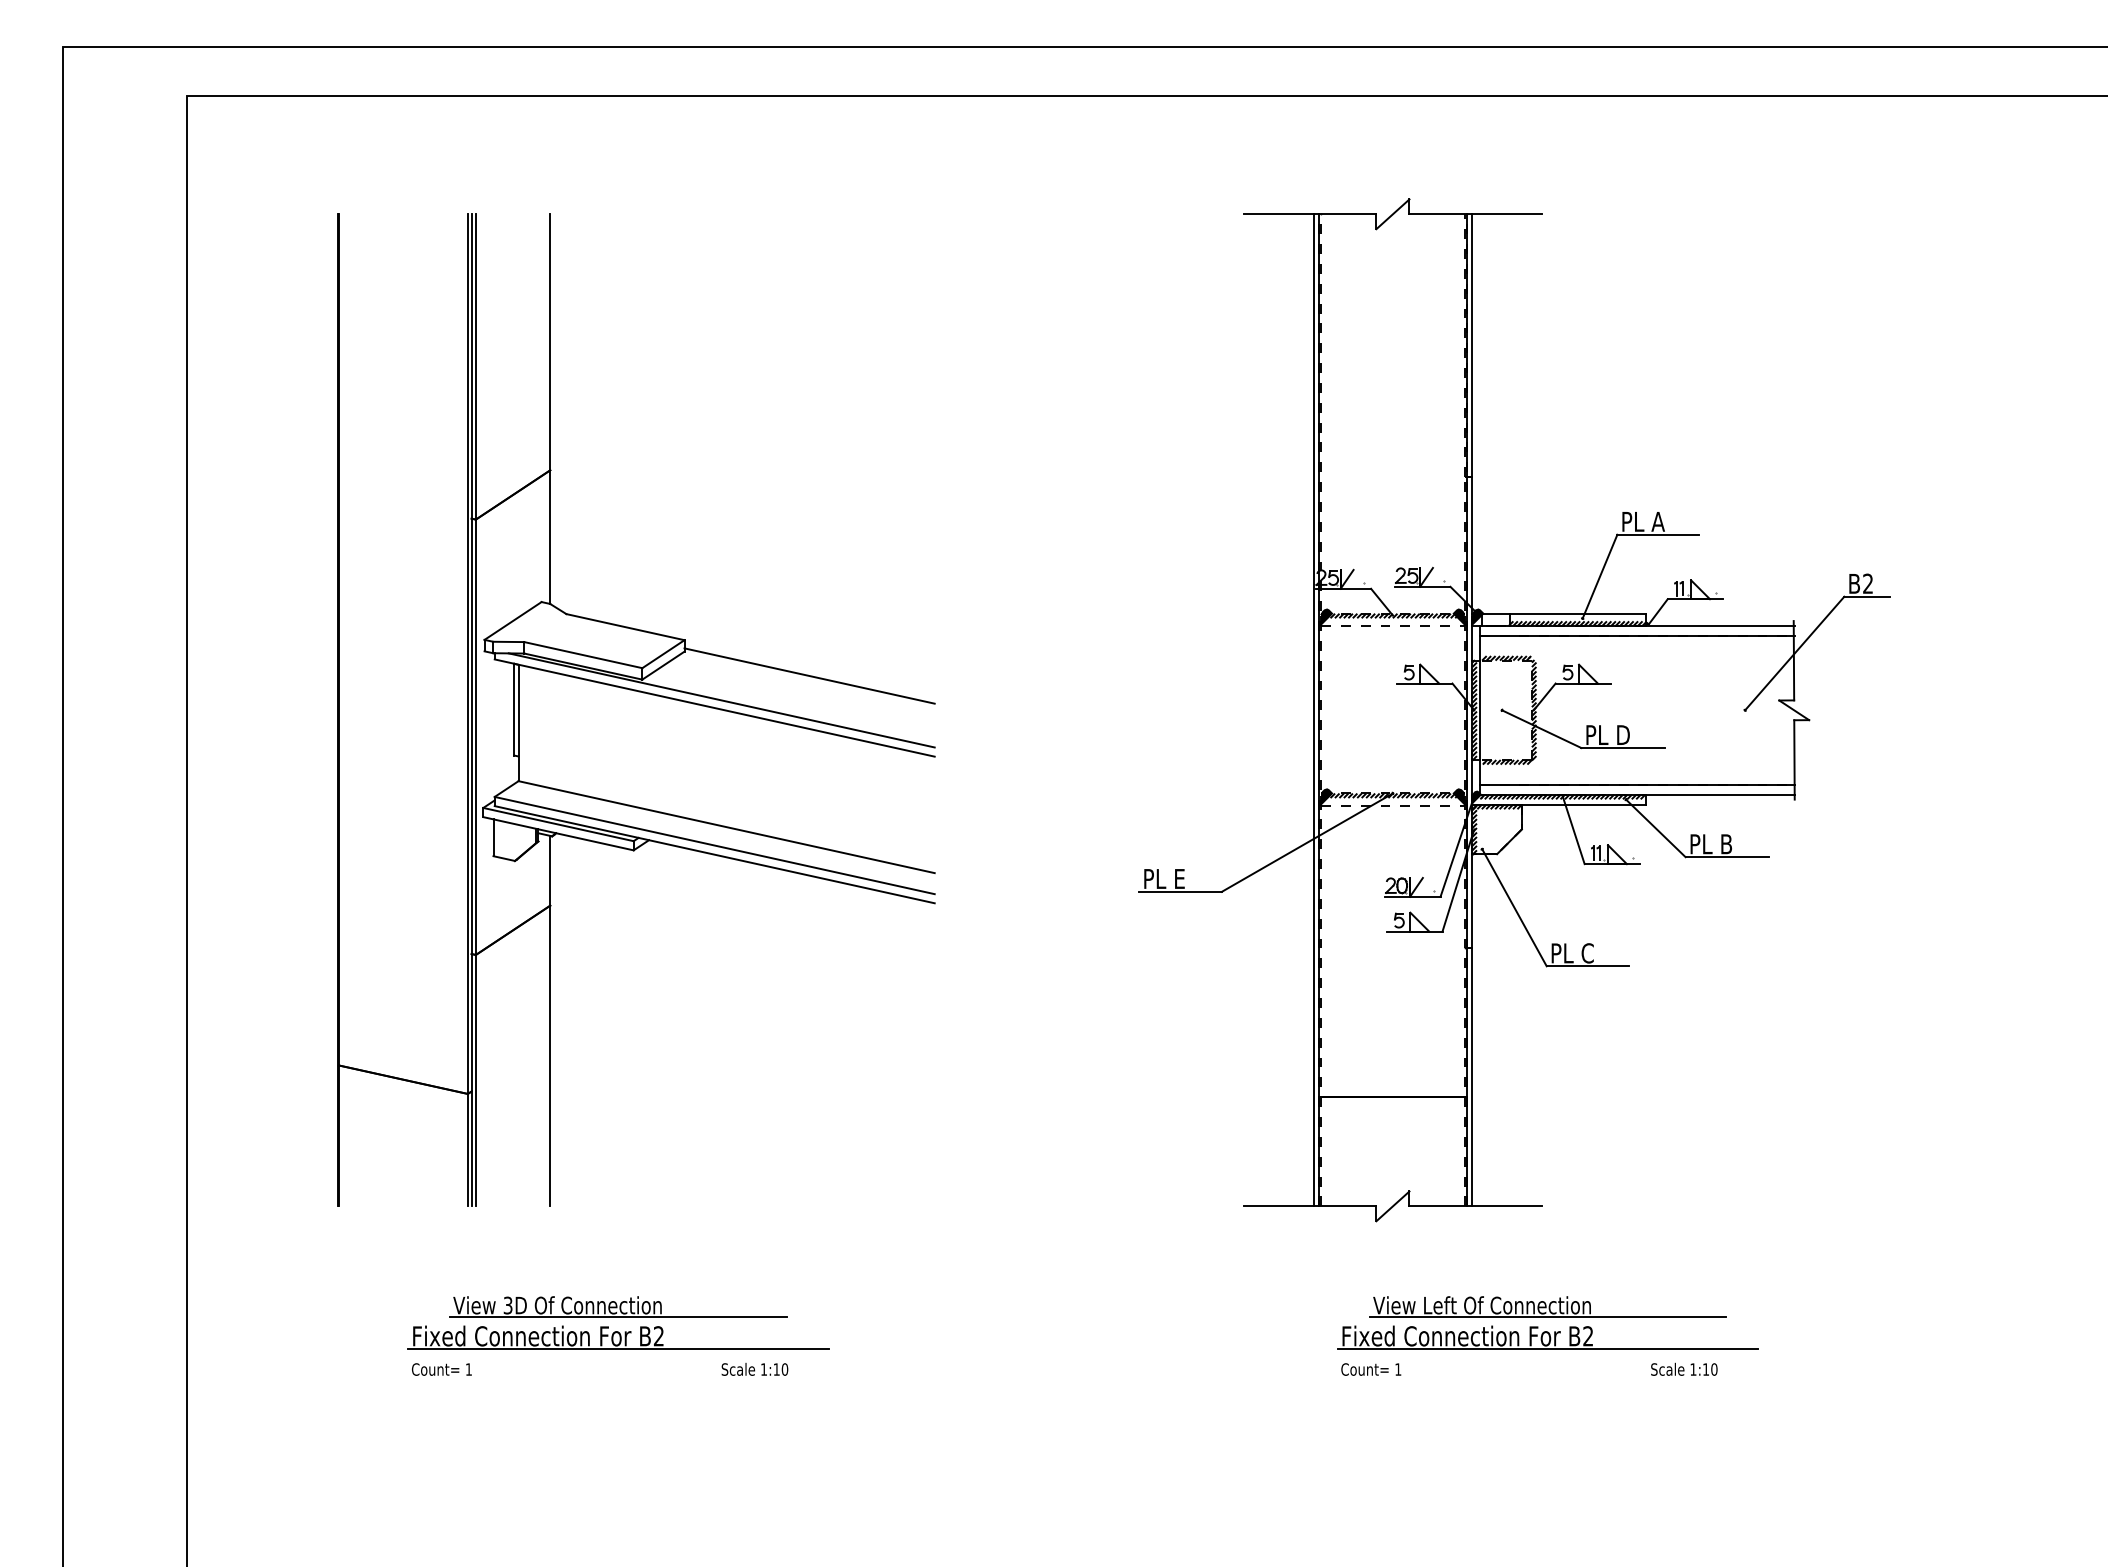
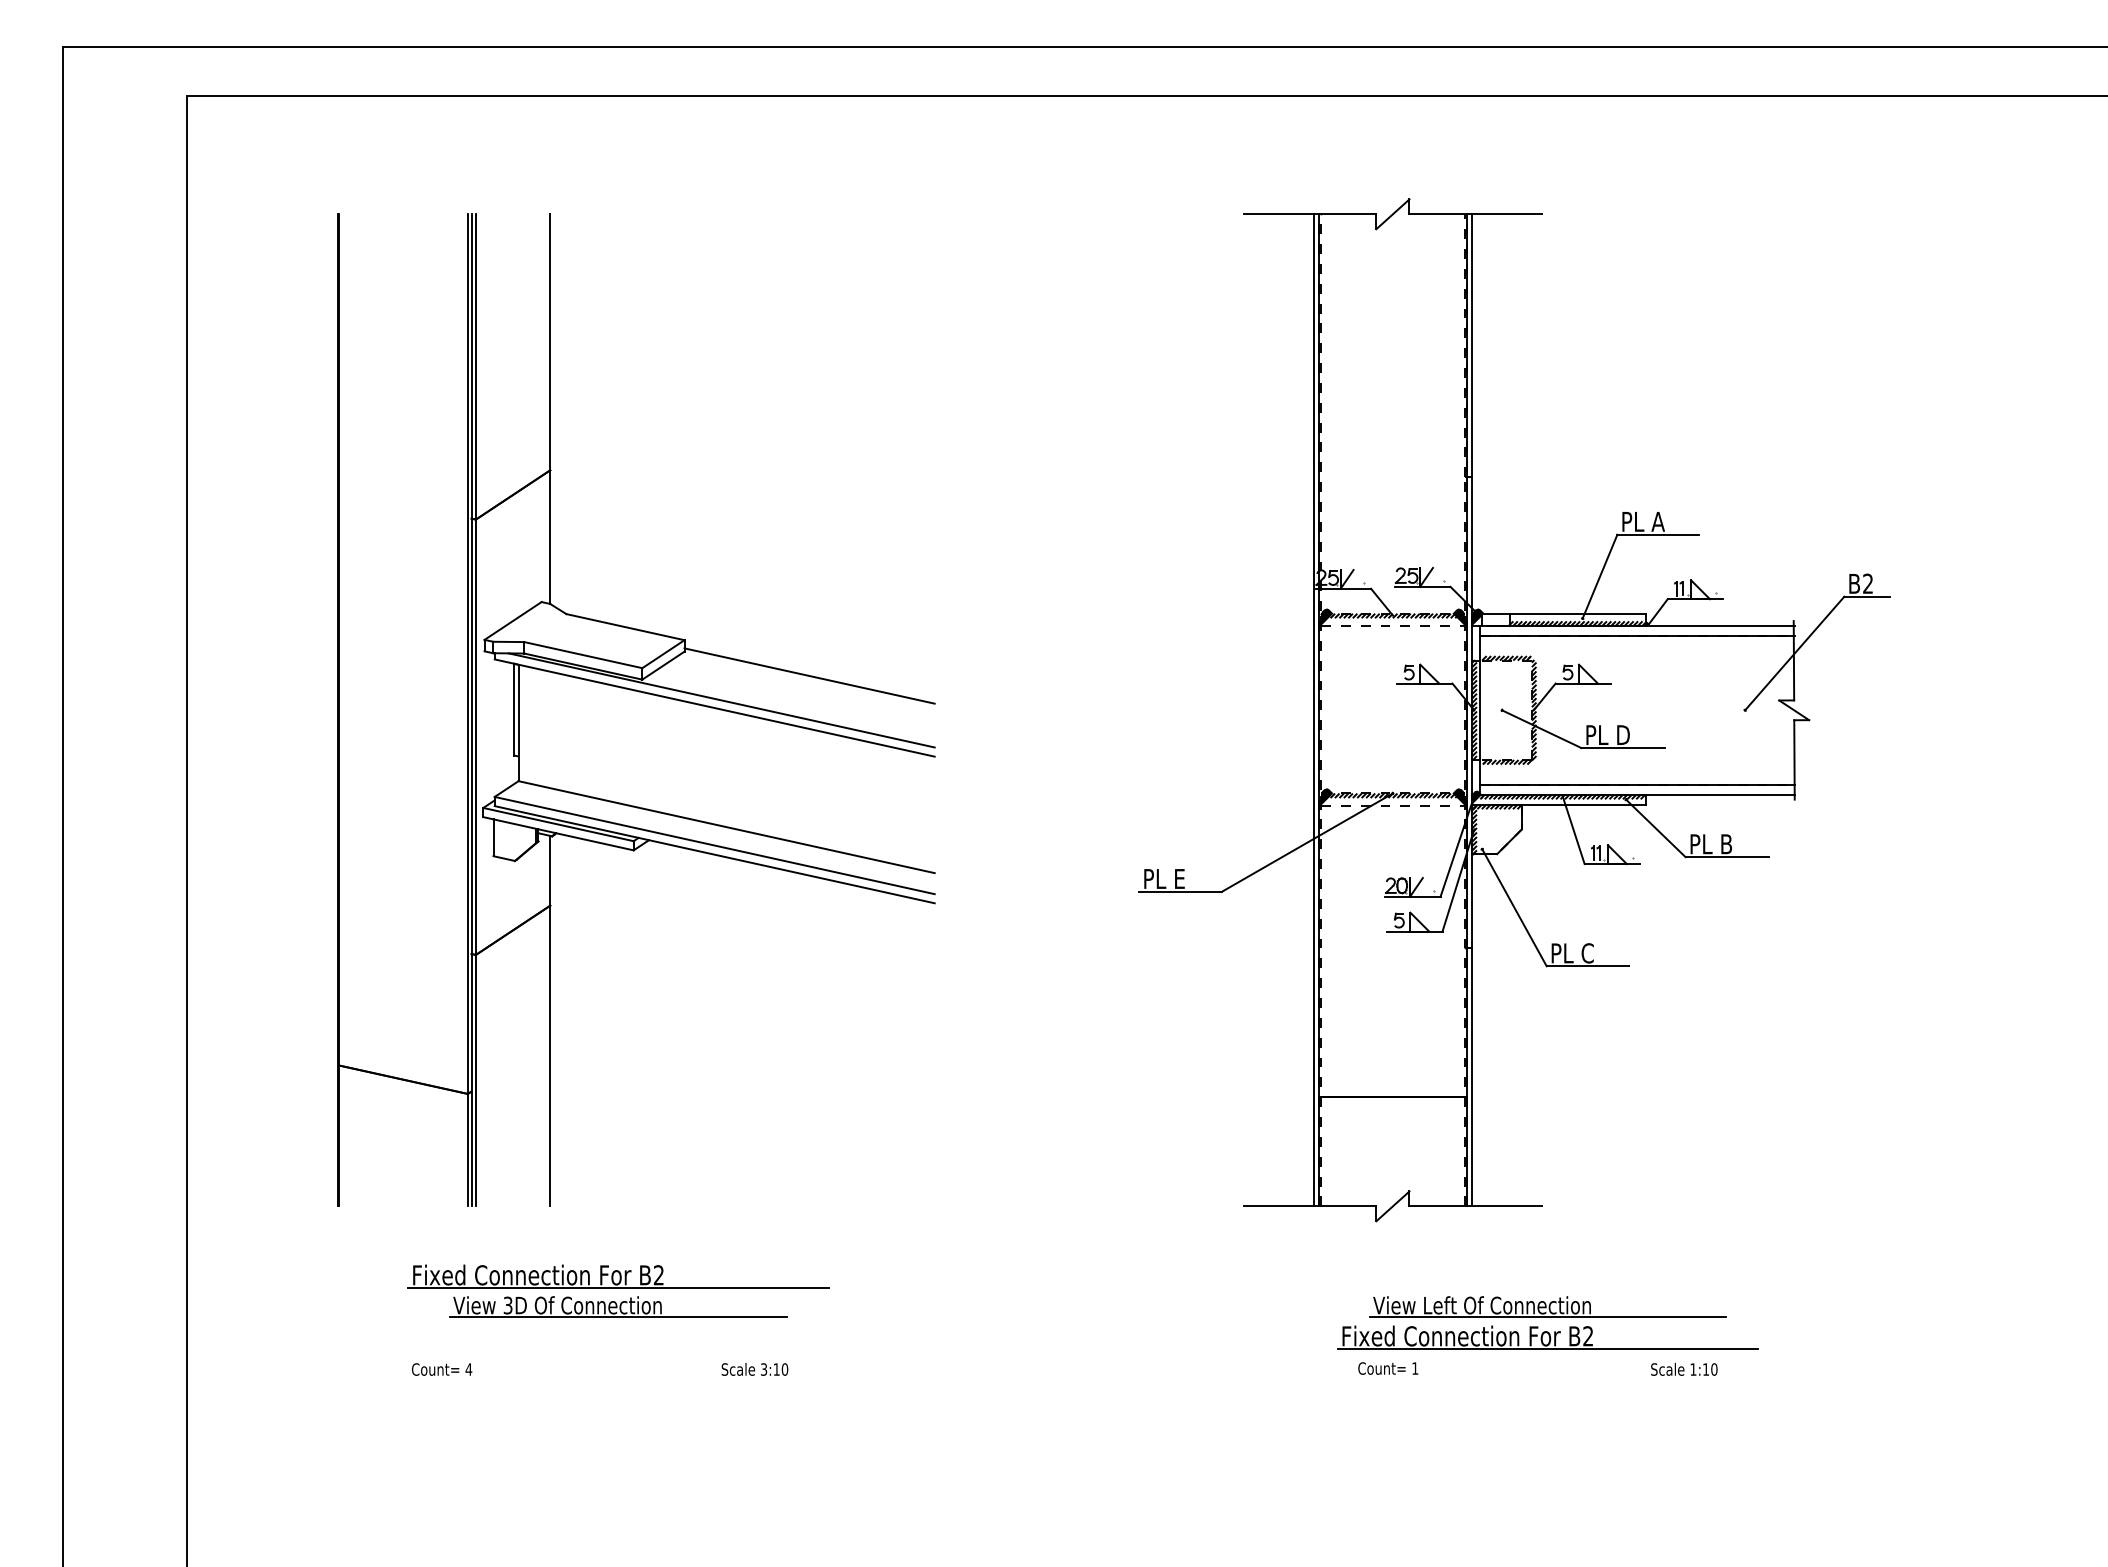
part at (618, 1337) position: (618, 1337) -> (618, 1276)
text at (468, 1369): 1 -> 4
text at (764, 1369): 1:10 -> 3:10
text at (1371, 1369) position: (1371, 1369) -> (1388, 1368)
